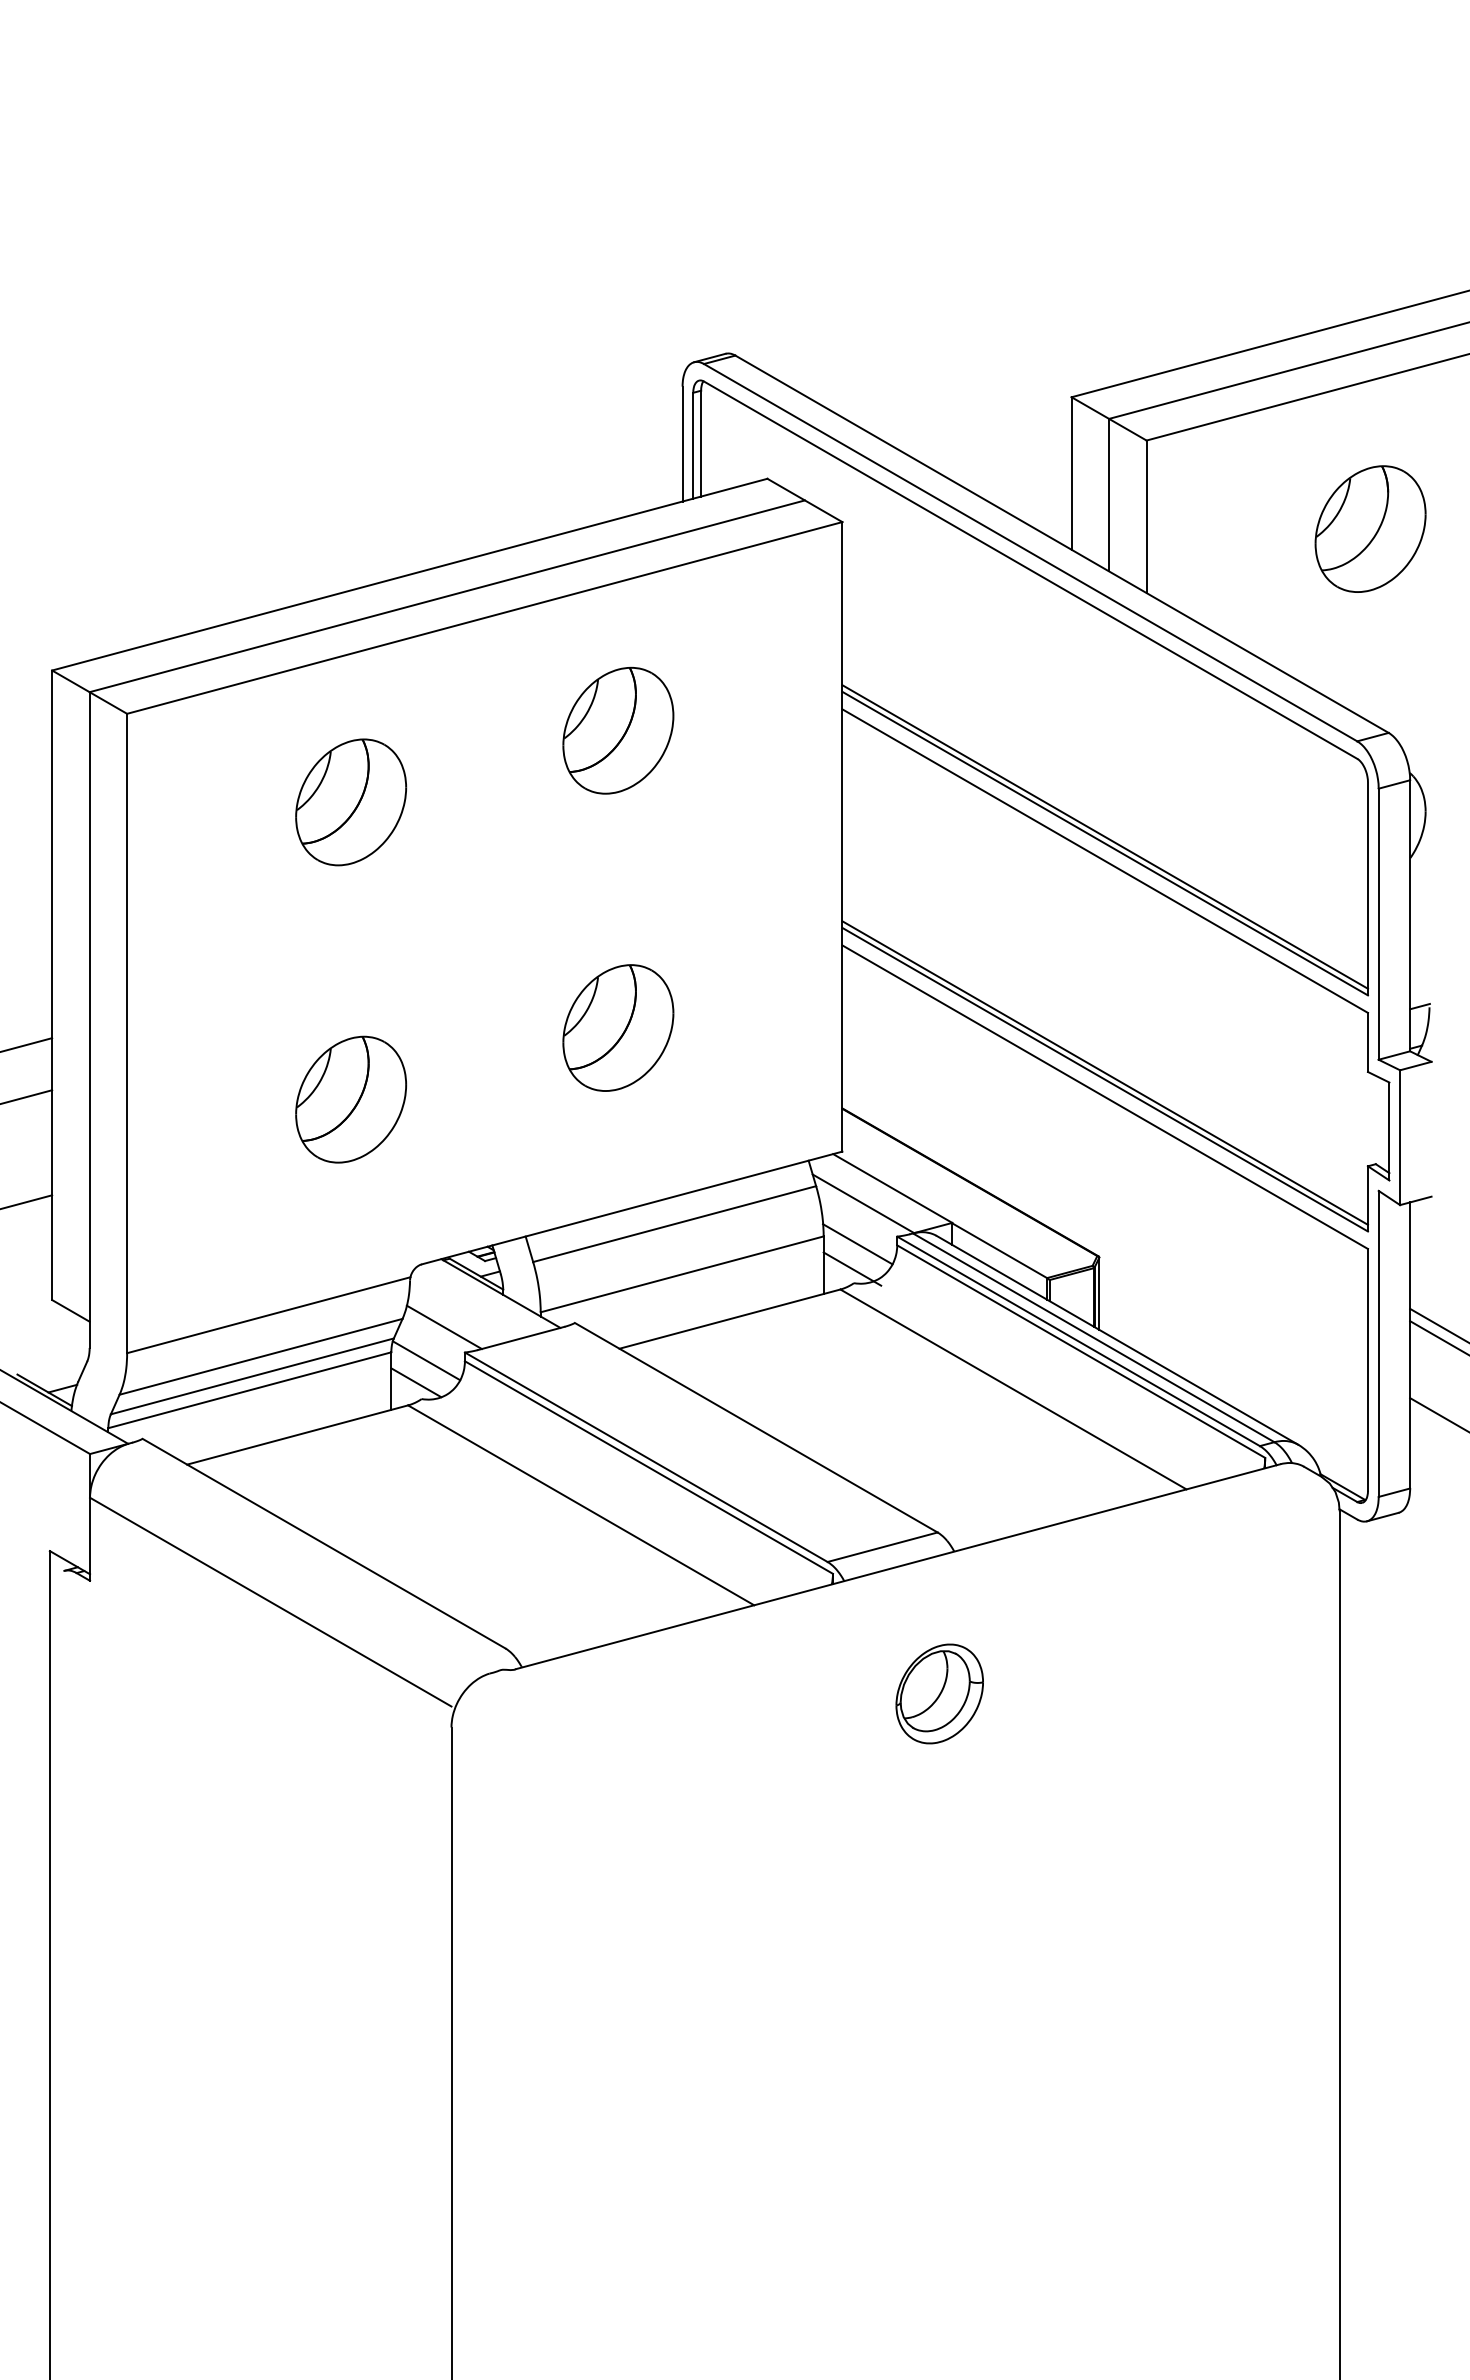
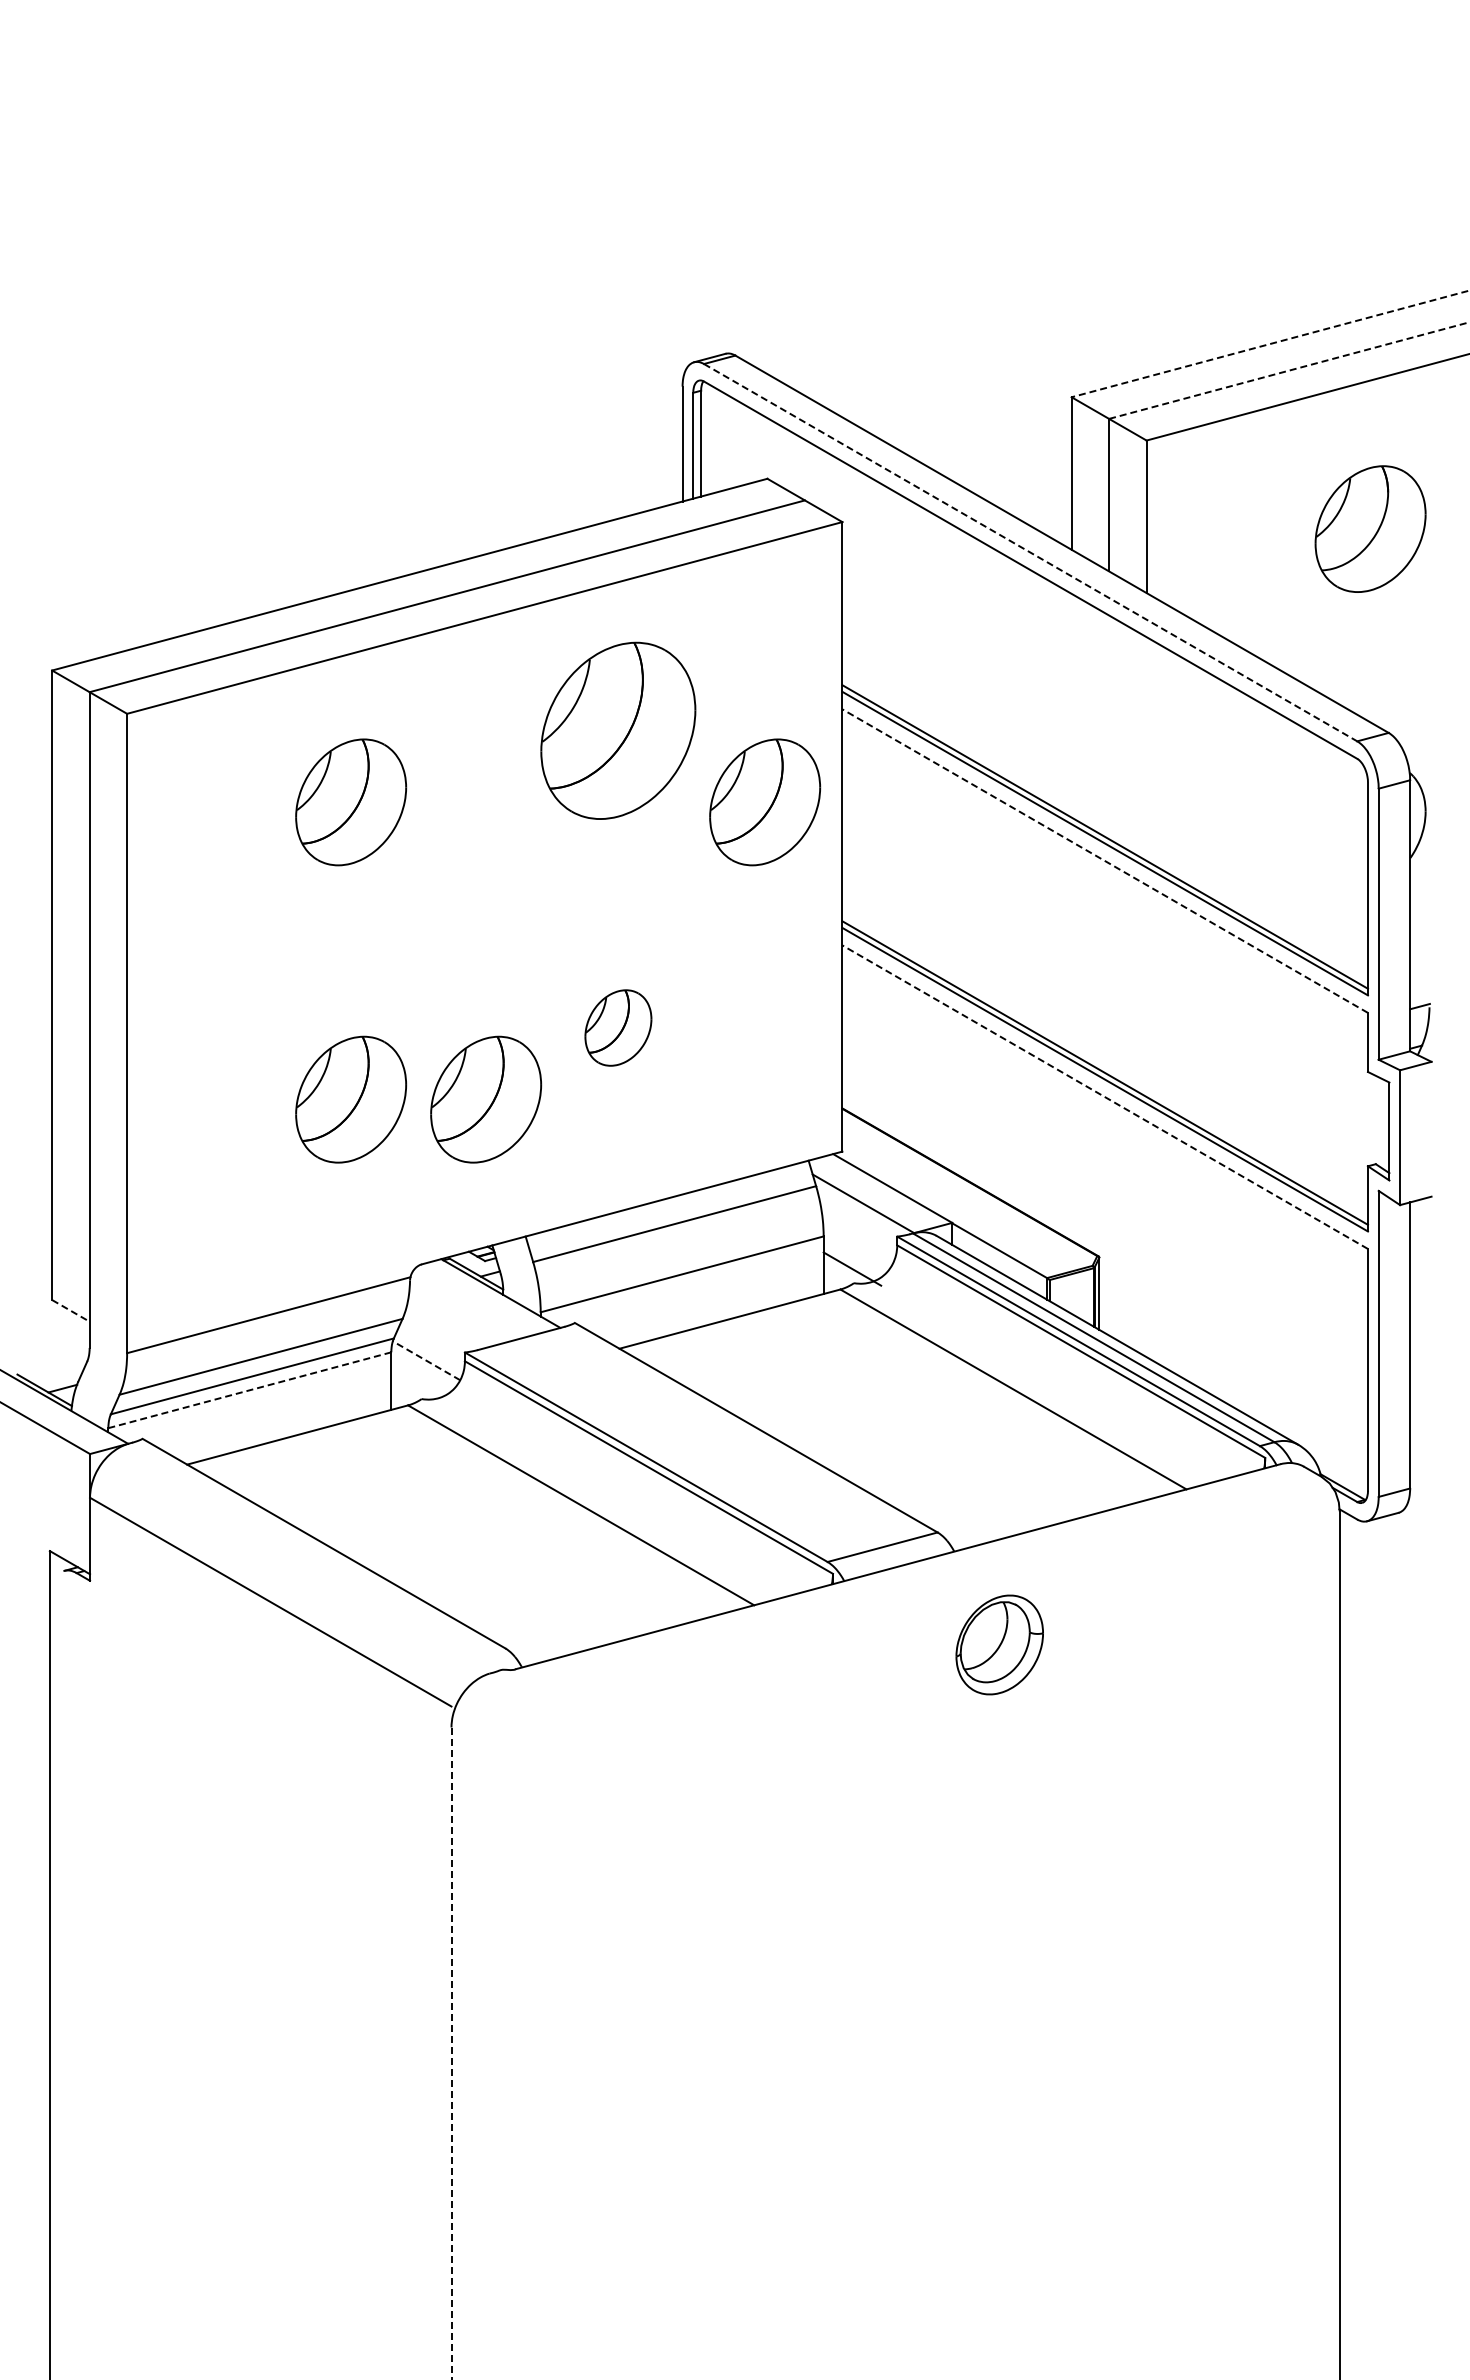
line at (1270, 343): solid -> dashed
line at (1289, 370): solid -> dashed
line at (1031, 552): solid -> dashed
part at (618, 730) size: 113x129 px -> 157x179 px
part at (765, 802): none -> present
line at (1104, 860): solid -> dashed
part at (618, 1027) size: 113x128 px -> 69x78 px
line at (27, 1044): present -> none
line at (27, 1096): present -> none
line at (1104, 1096): solid -> dashed
part at (486, 1099): none -> present
line at (27, 1201): present -> none
line at (857, 1244): present -> none
line at (70, 1310): solid -> dashed
line at (1438, 1324): present -> none
line at (443, 1327): present -> none
line at (1438, 1337): present -> none
line at (426, 1360): solid -> dashed
line at (416, 1382): present -> none
line at (249, 1390): solid -> dashed
line at (1438, 1414): present -> none
part at (939, 1693) position: (939, 1693) -> (999, 1644)
line at (451, 2053): solid -> dashed
